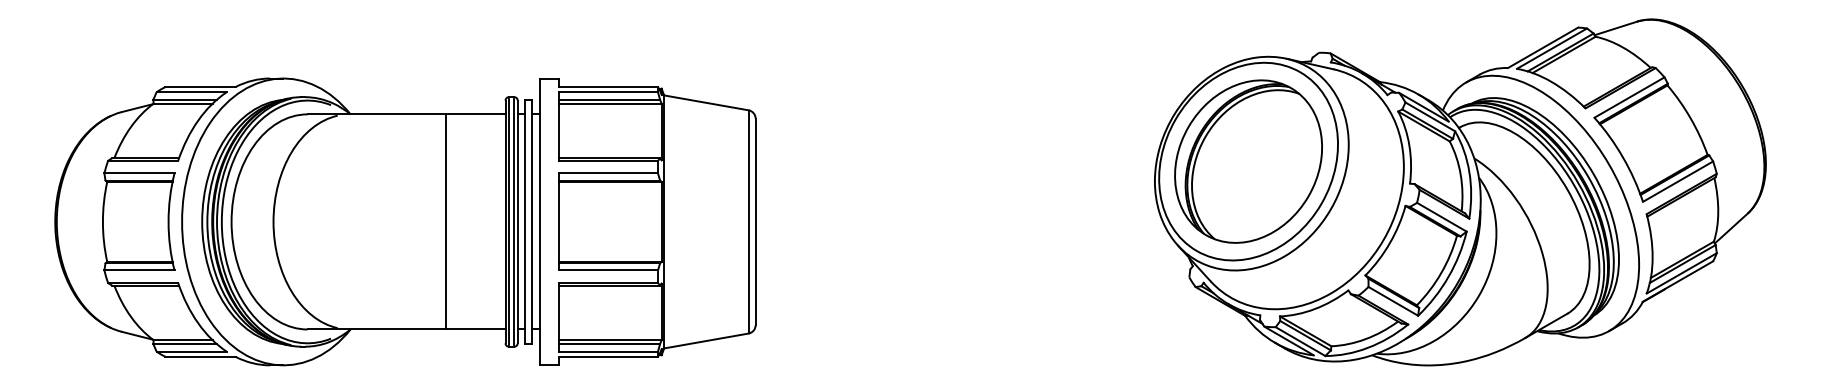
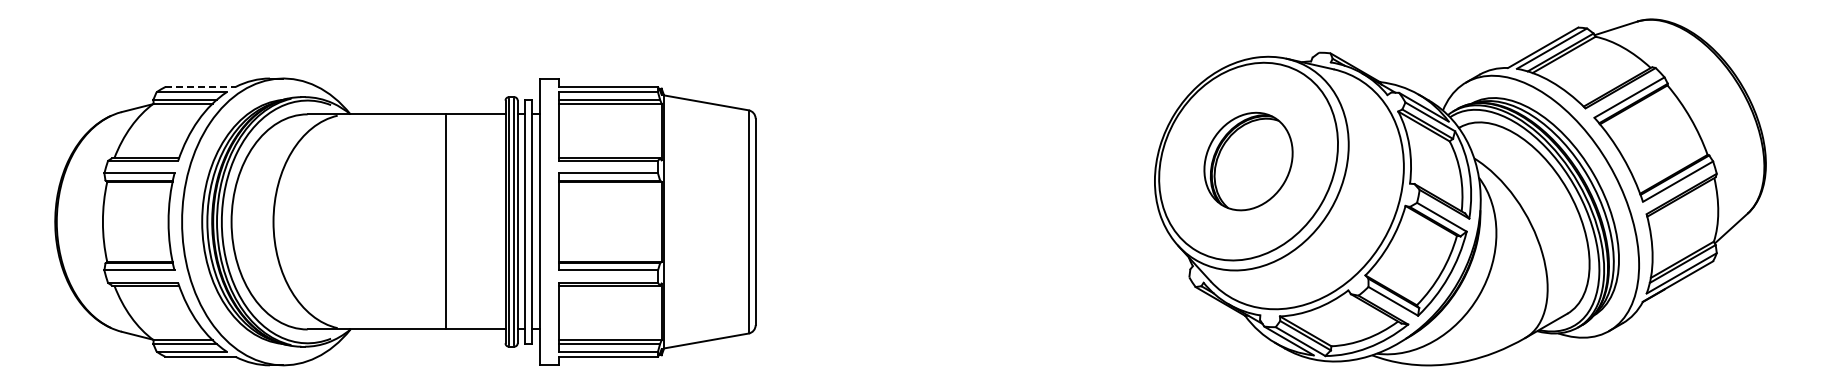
line at (201, 87): solid -> dashed
part at (1248, 161) size: 149x165 px -> 91x101 px
